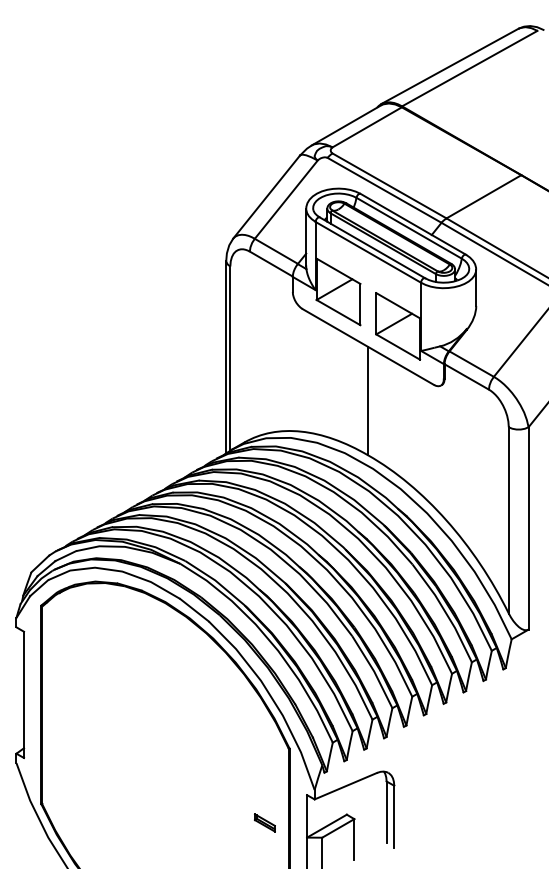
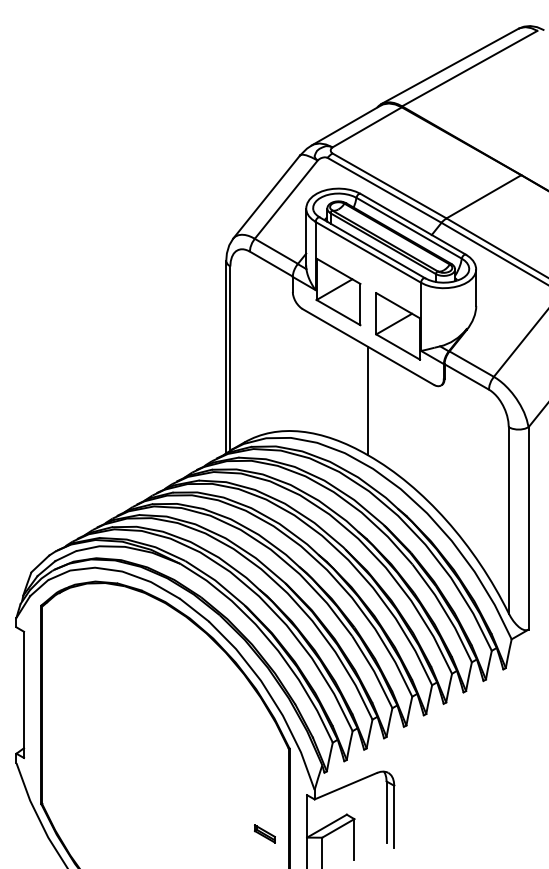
part at (264, 822) position: (264, 822) -> (264, 833)
